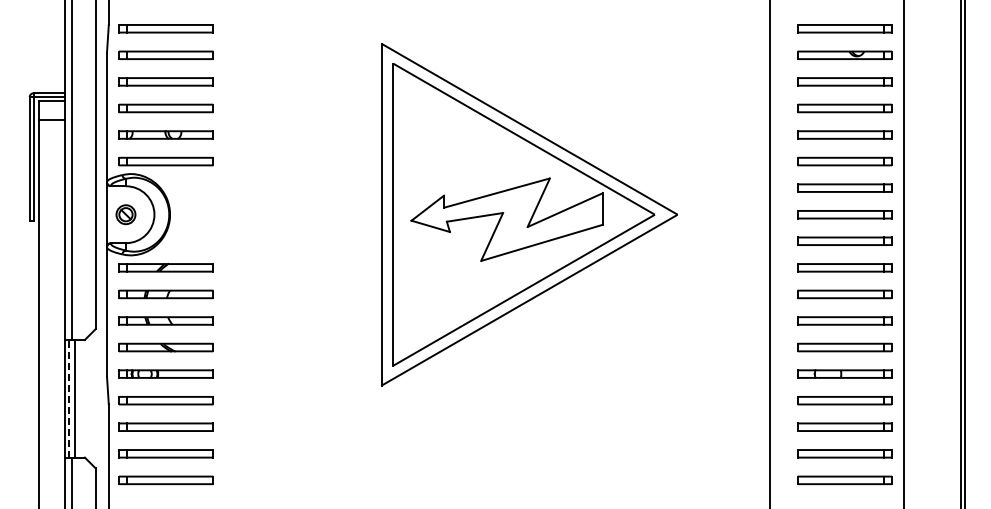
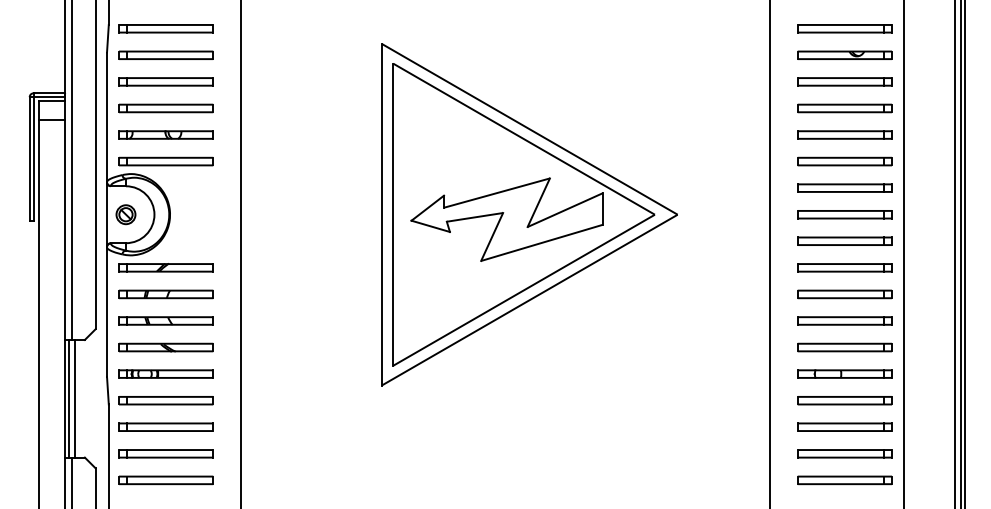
line at (241, 253): none -> present
line at (955, 253): none -> present
line at (69, 398): dashed -> solid
